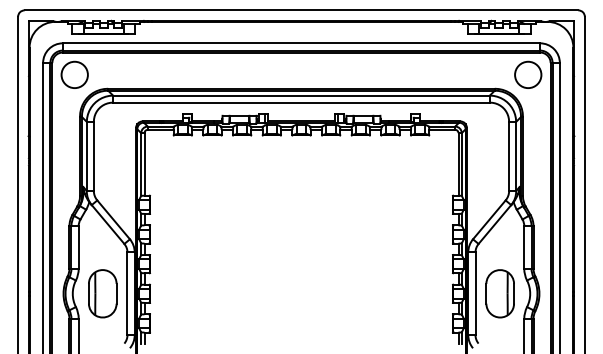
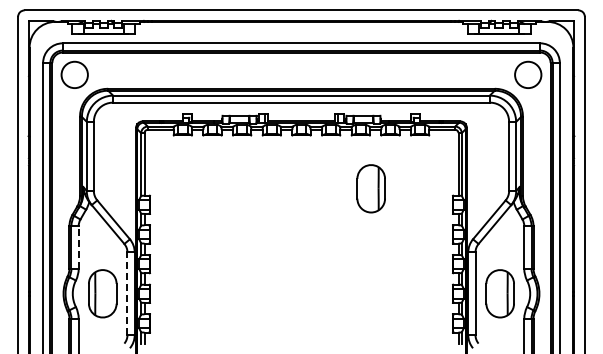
part at (370, 188): none -> present
line at (78, 246): solid -> dashed
line at (127, 293): solid -> dashed
